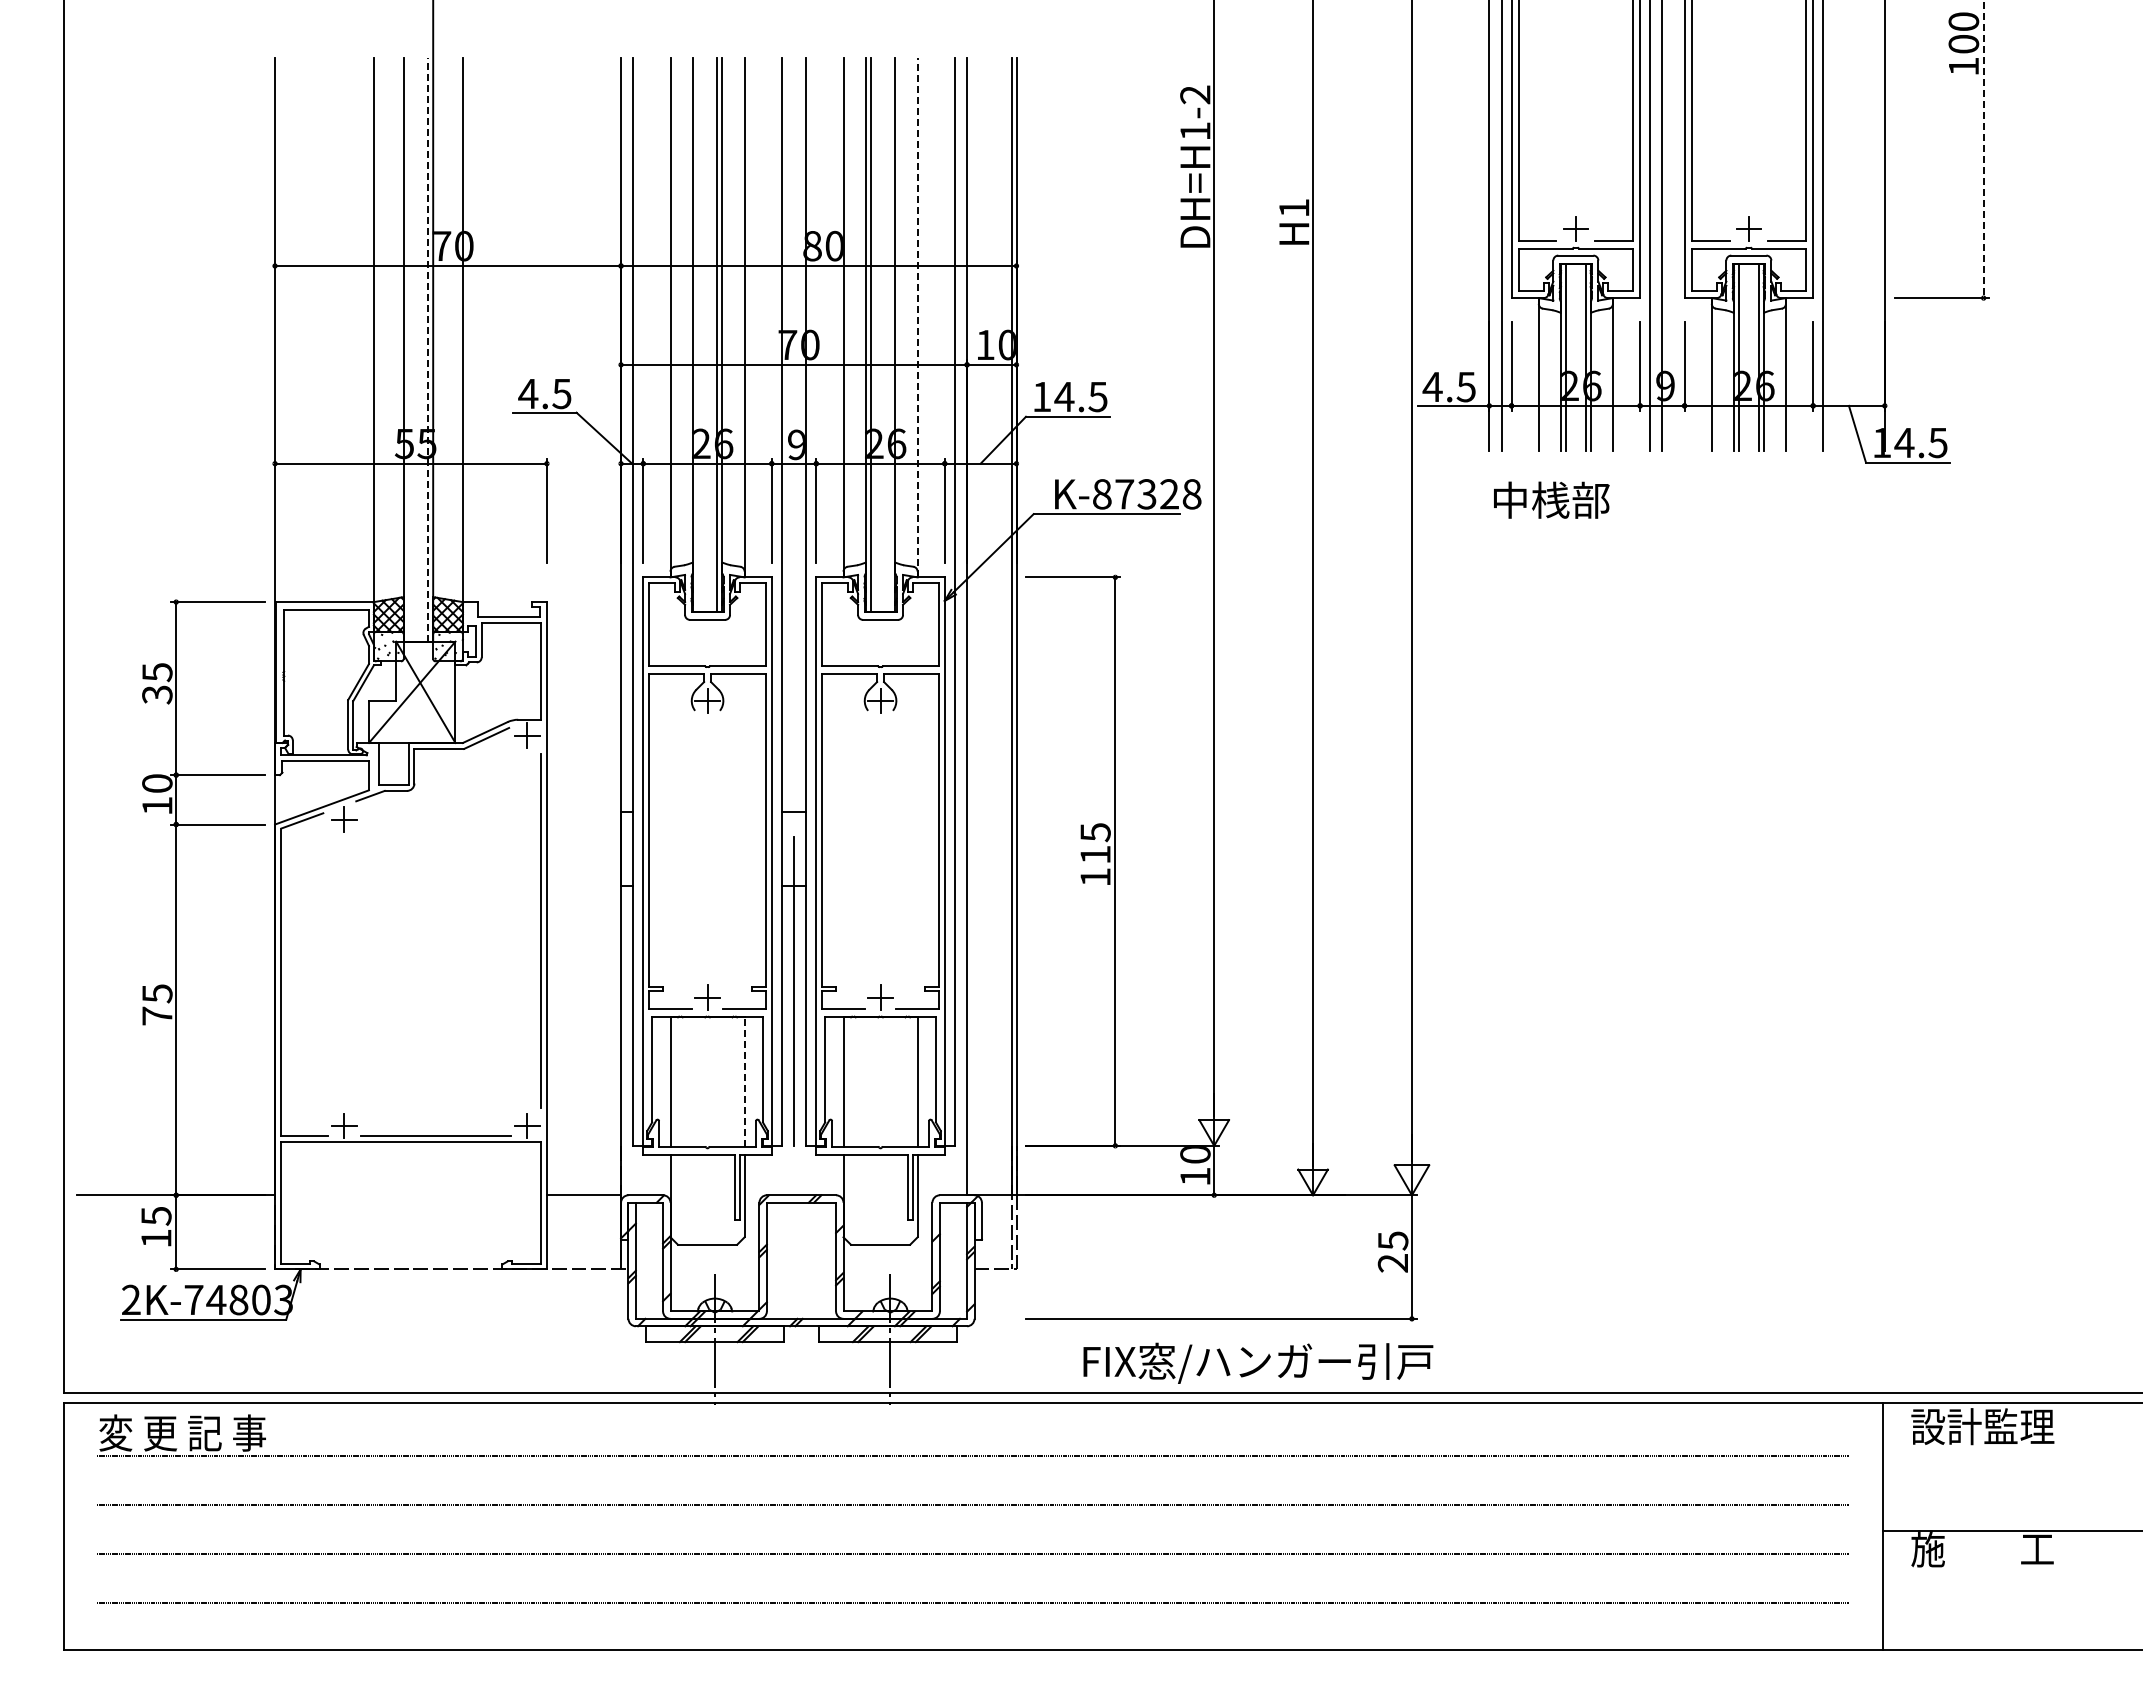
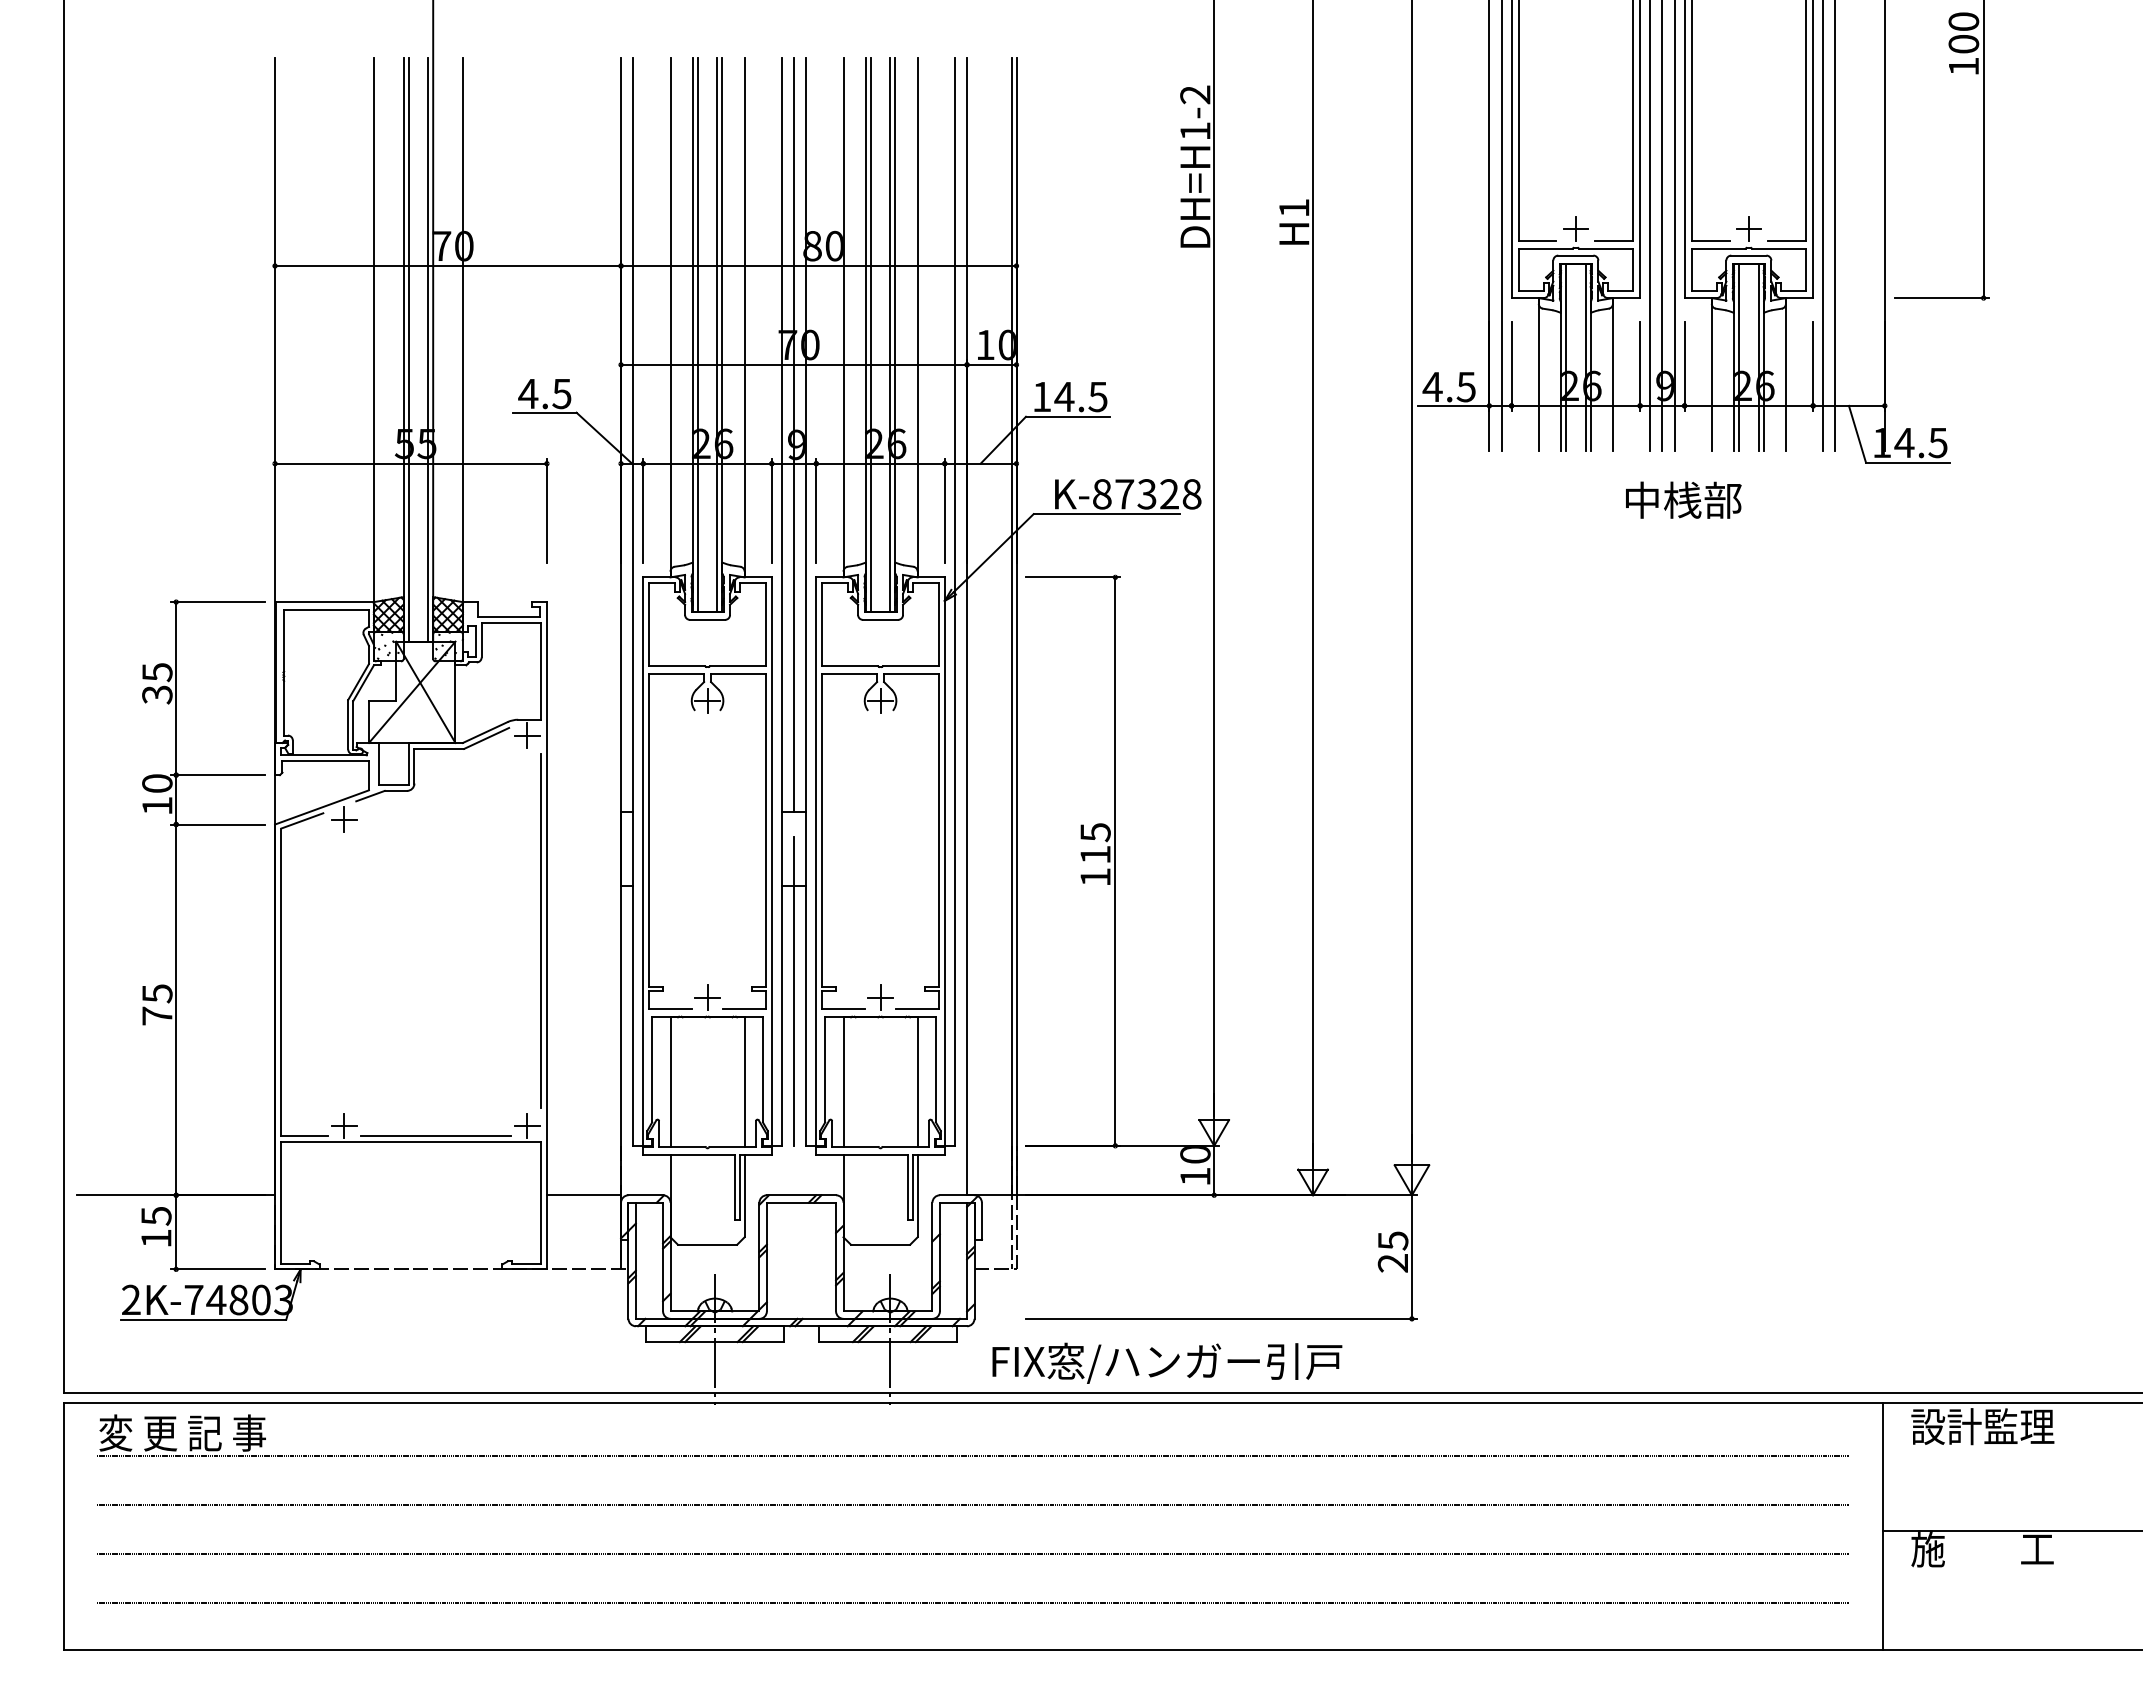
line at (1983, 149): dashed -> solid
line at (1674, 226): none -> present
line at (1835, 226): none -> present
line at (917, 317): dashed -> solid
line at (697, 335): none -> present
line at (890, 335): none -> present
line at (408, 349): none -> present
line at (428, 350): dashed -> solid
line at (794, 435): none -> present
text at (1551, 499) position: (1551, 499) -> (1683, 499)
line at (744, 1082): dashed -> solid
text at (1258, 1362) position: (1258, 1362) -> (1167, 1362)
